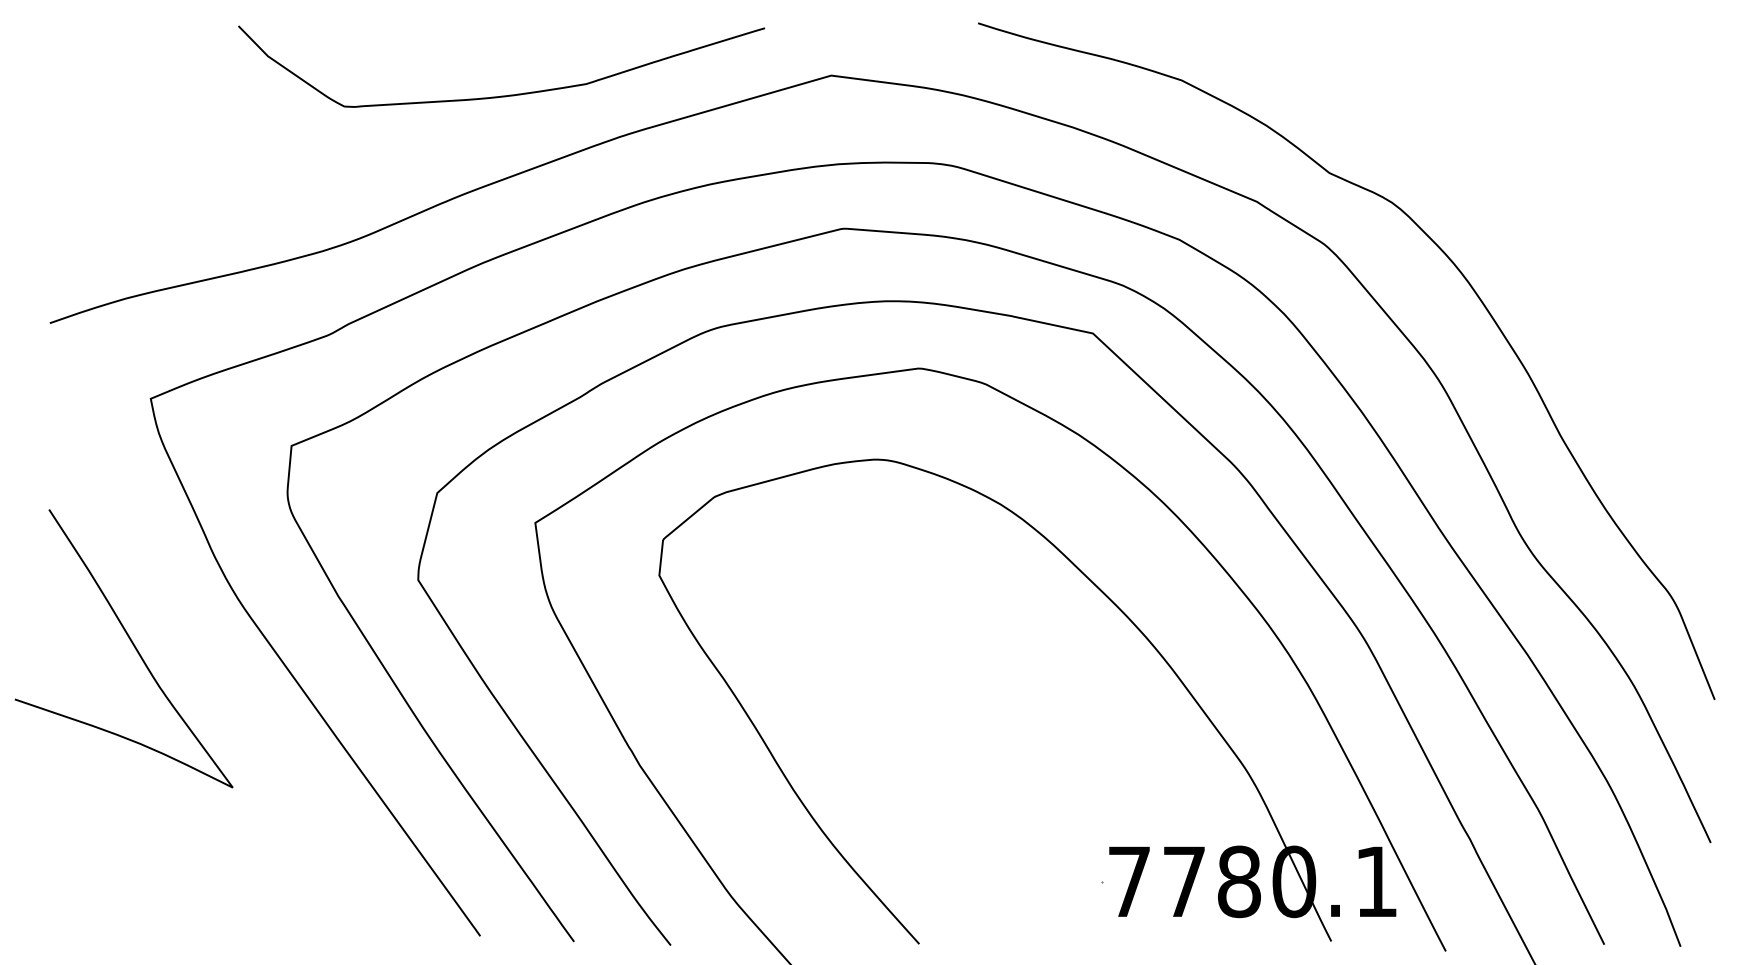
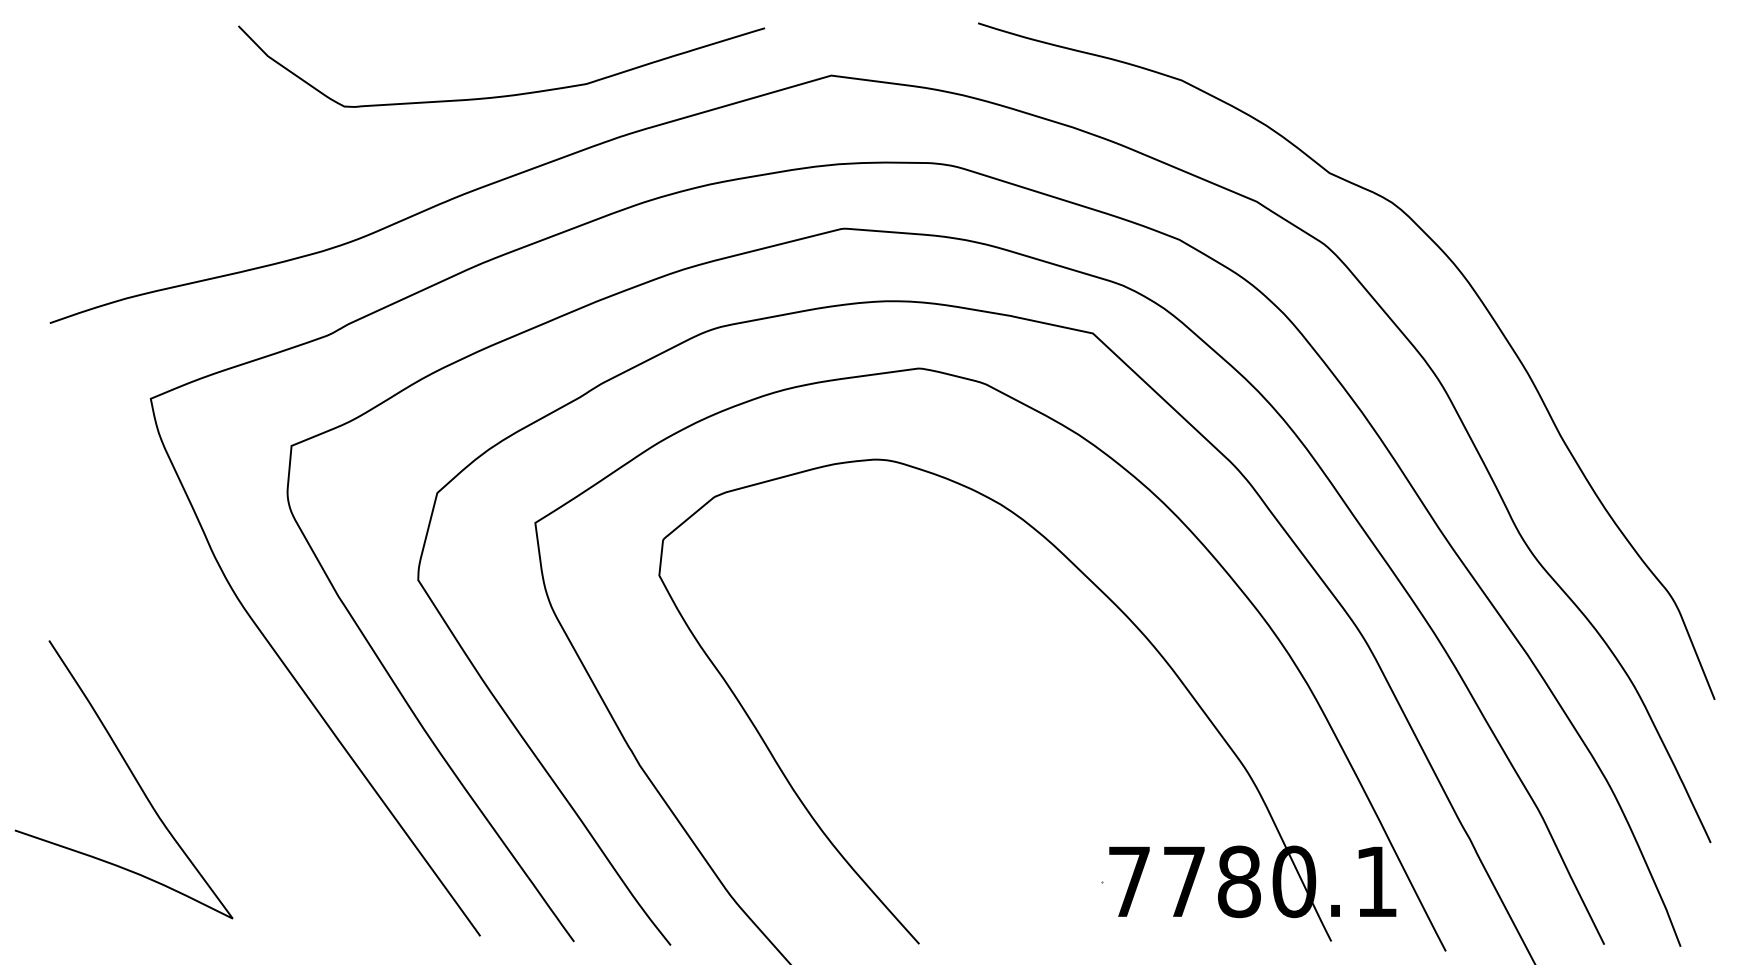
curve at (131, 643) position: (131, 643) -> (131, 774)
